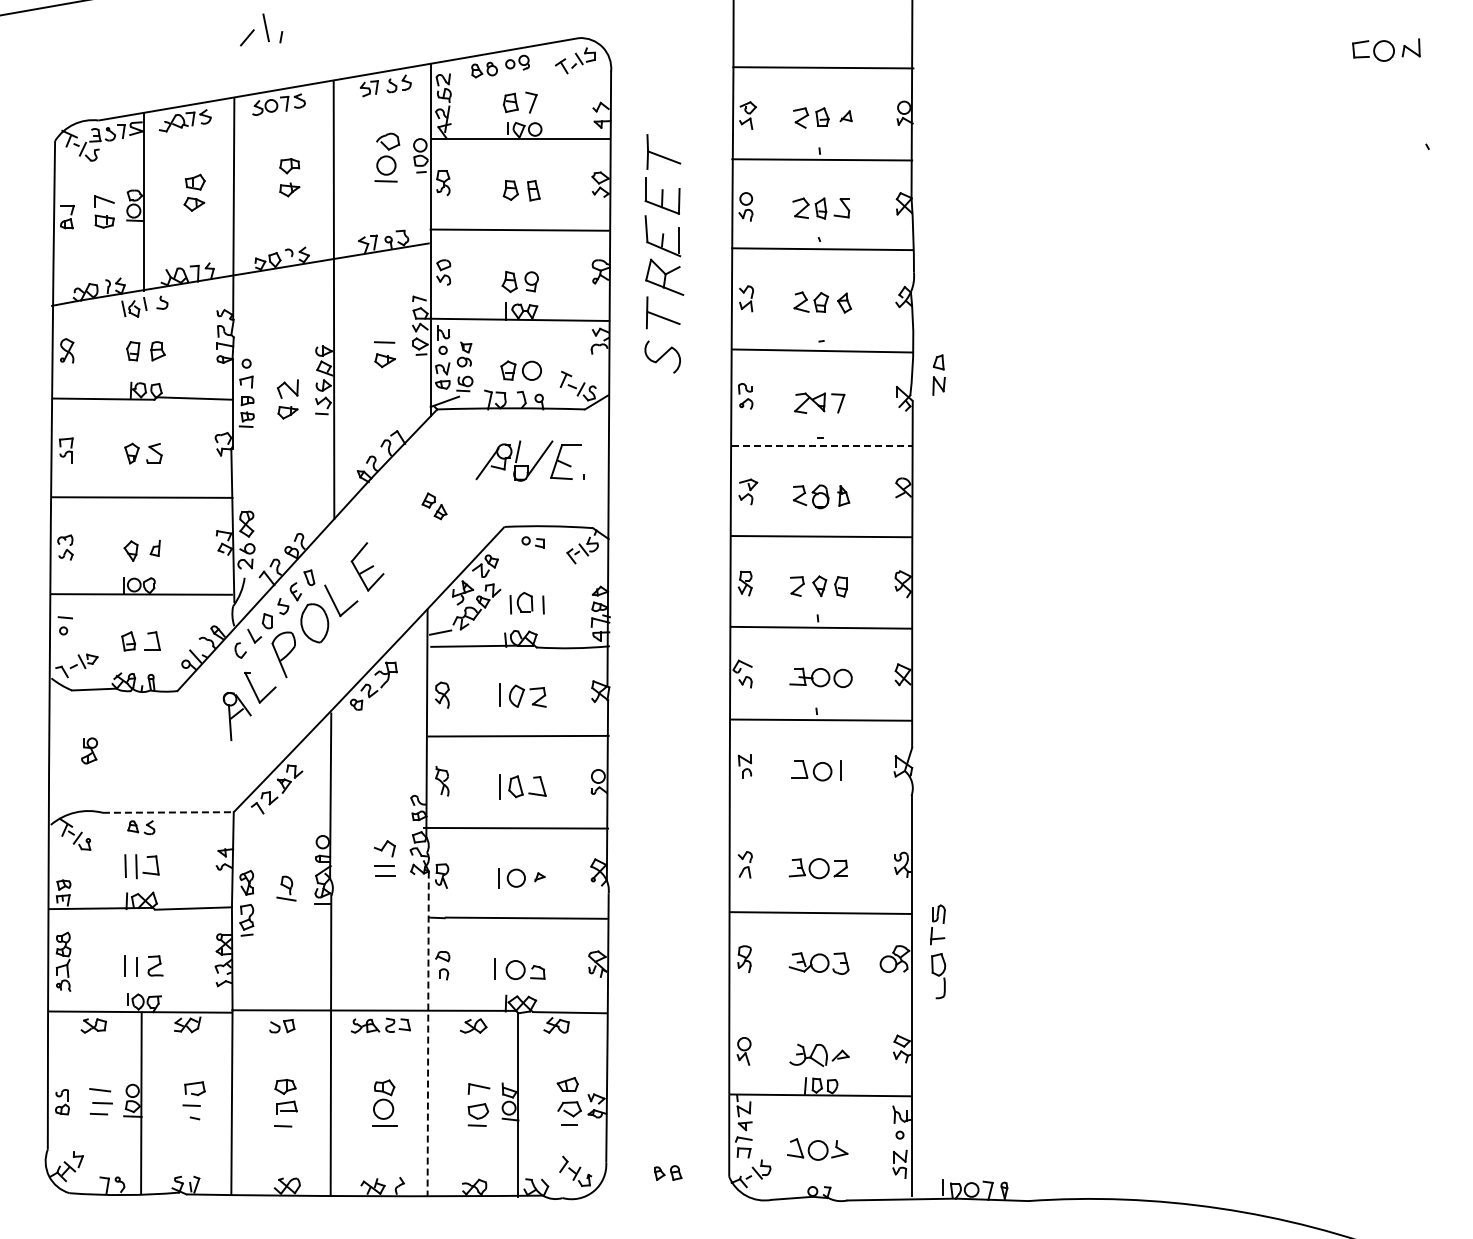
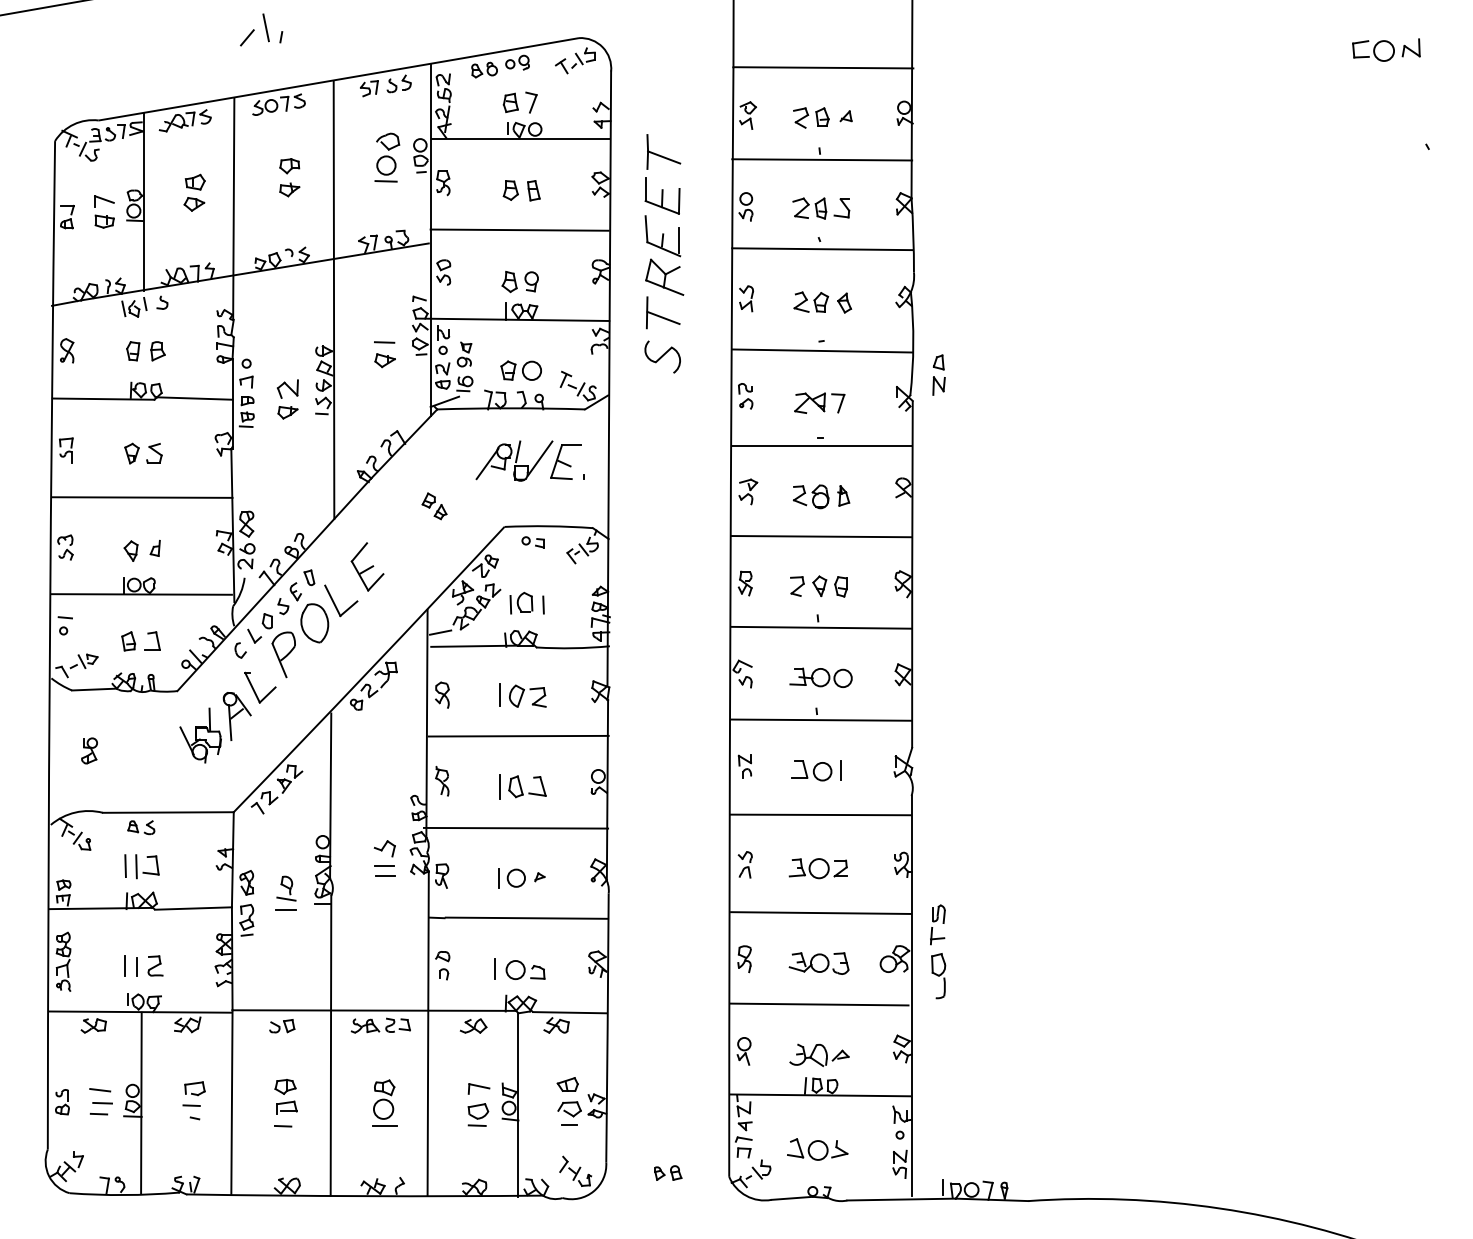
line at (821, 446): dashed -> solid
part at (200, 735): none -> present
line at (168, 812): dashed -> solid
line at (820, 814): none -> present
line at (285, 909): none -> present
line at (819, 1004): none -> present
line at (428, 1034): dashed -> solid
